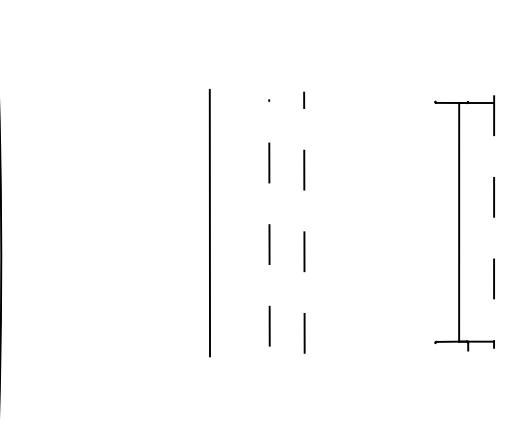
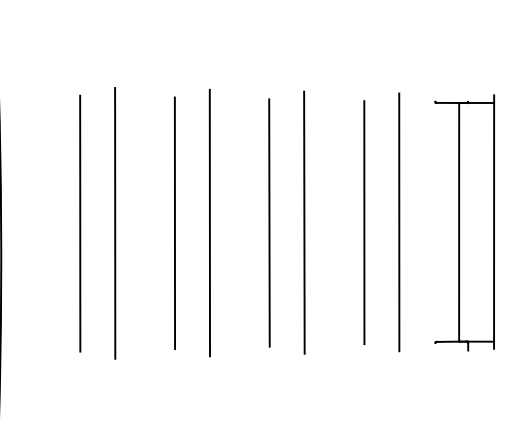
line at (269, 222): dashed -> solid
line at (304, 222): dashed -> solid
line at (364, 222): none -> present
line at (399, 222): none -> present
line at (494, 222): dashed -> solid
line at (80, 223): none -> present
line at (115, 223): none -> present
line at (174, 223): none -> present
